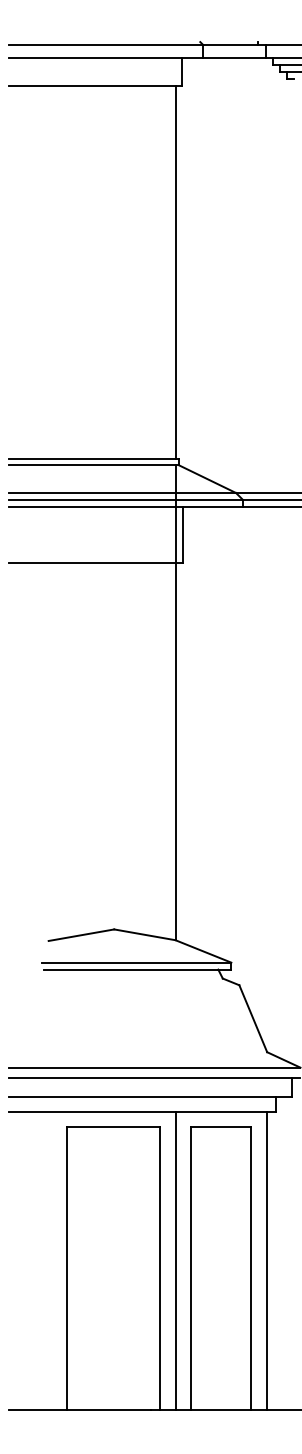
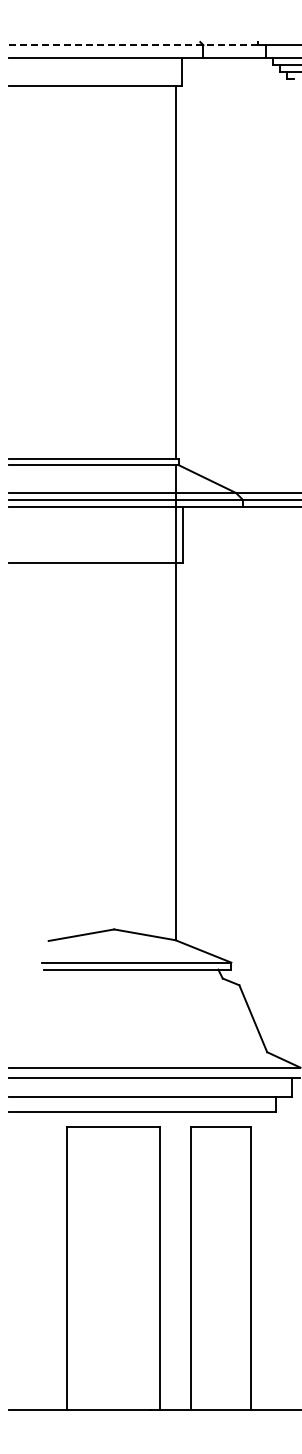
line at (132, 45): solid -> dashed
line at (175, 1260): present -> none
line at (266, 1260): present -> none
